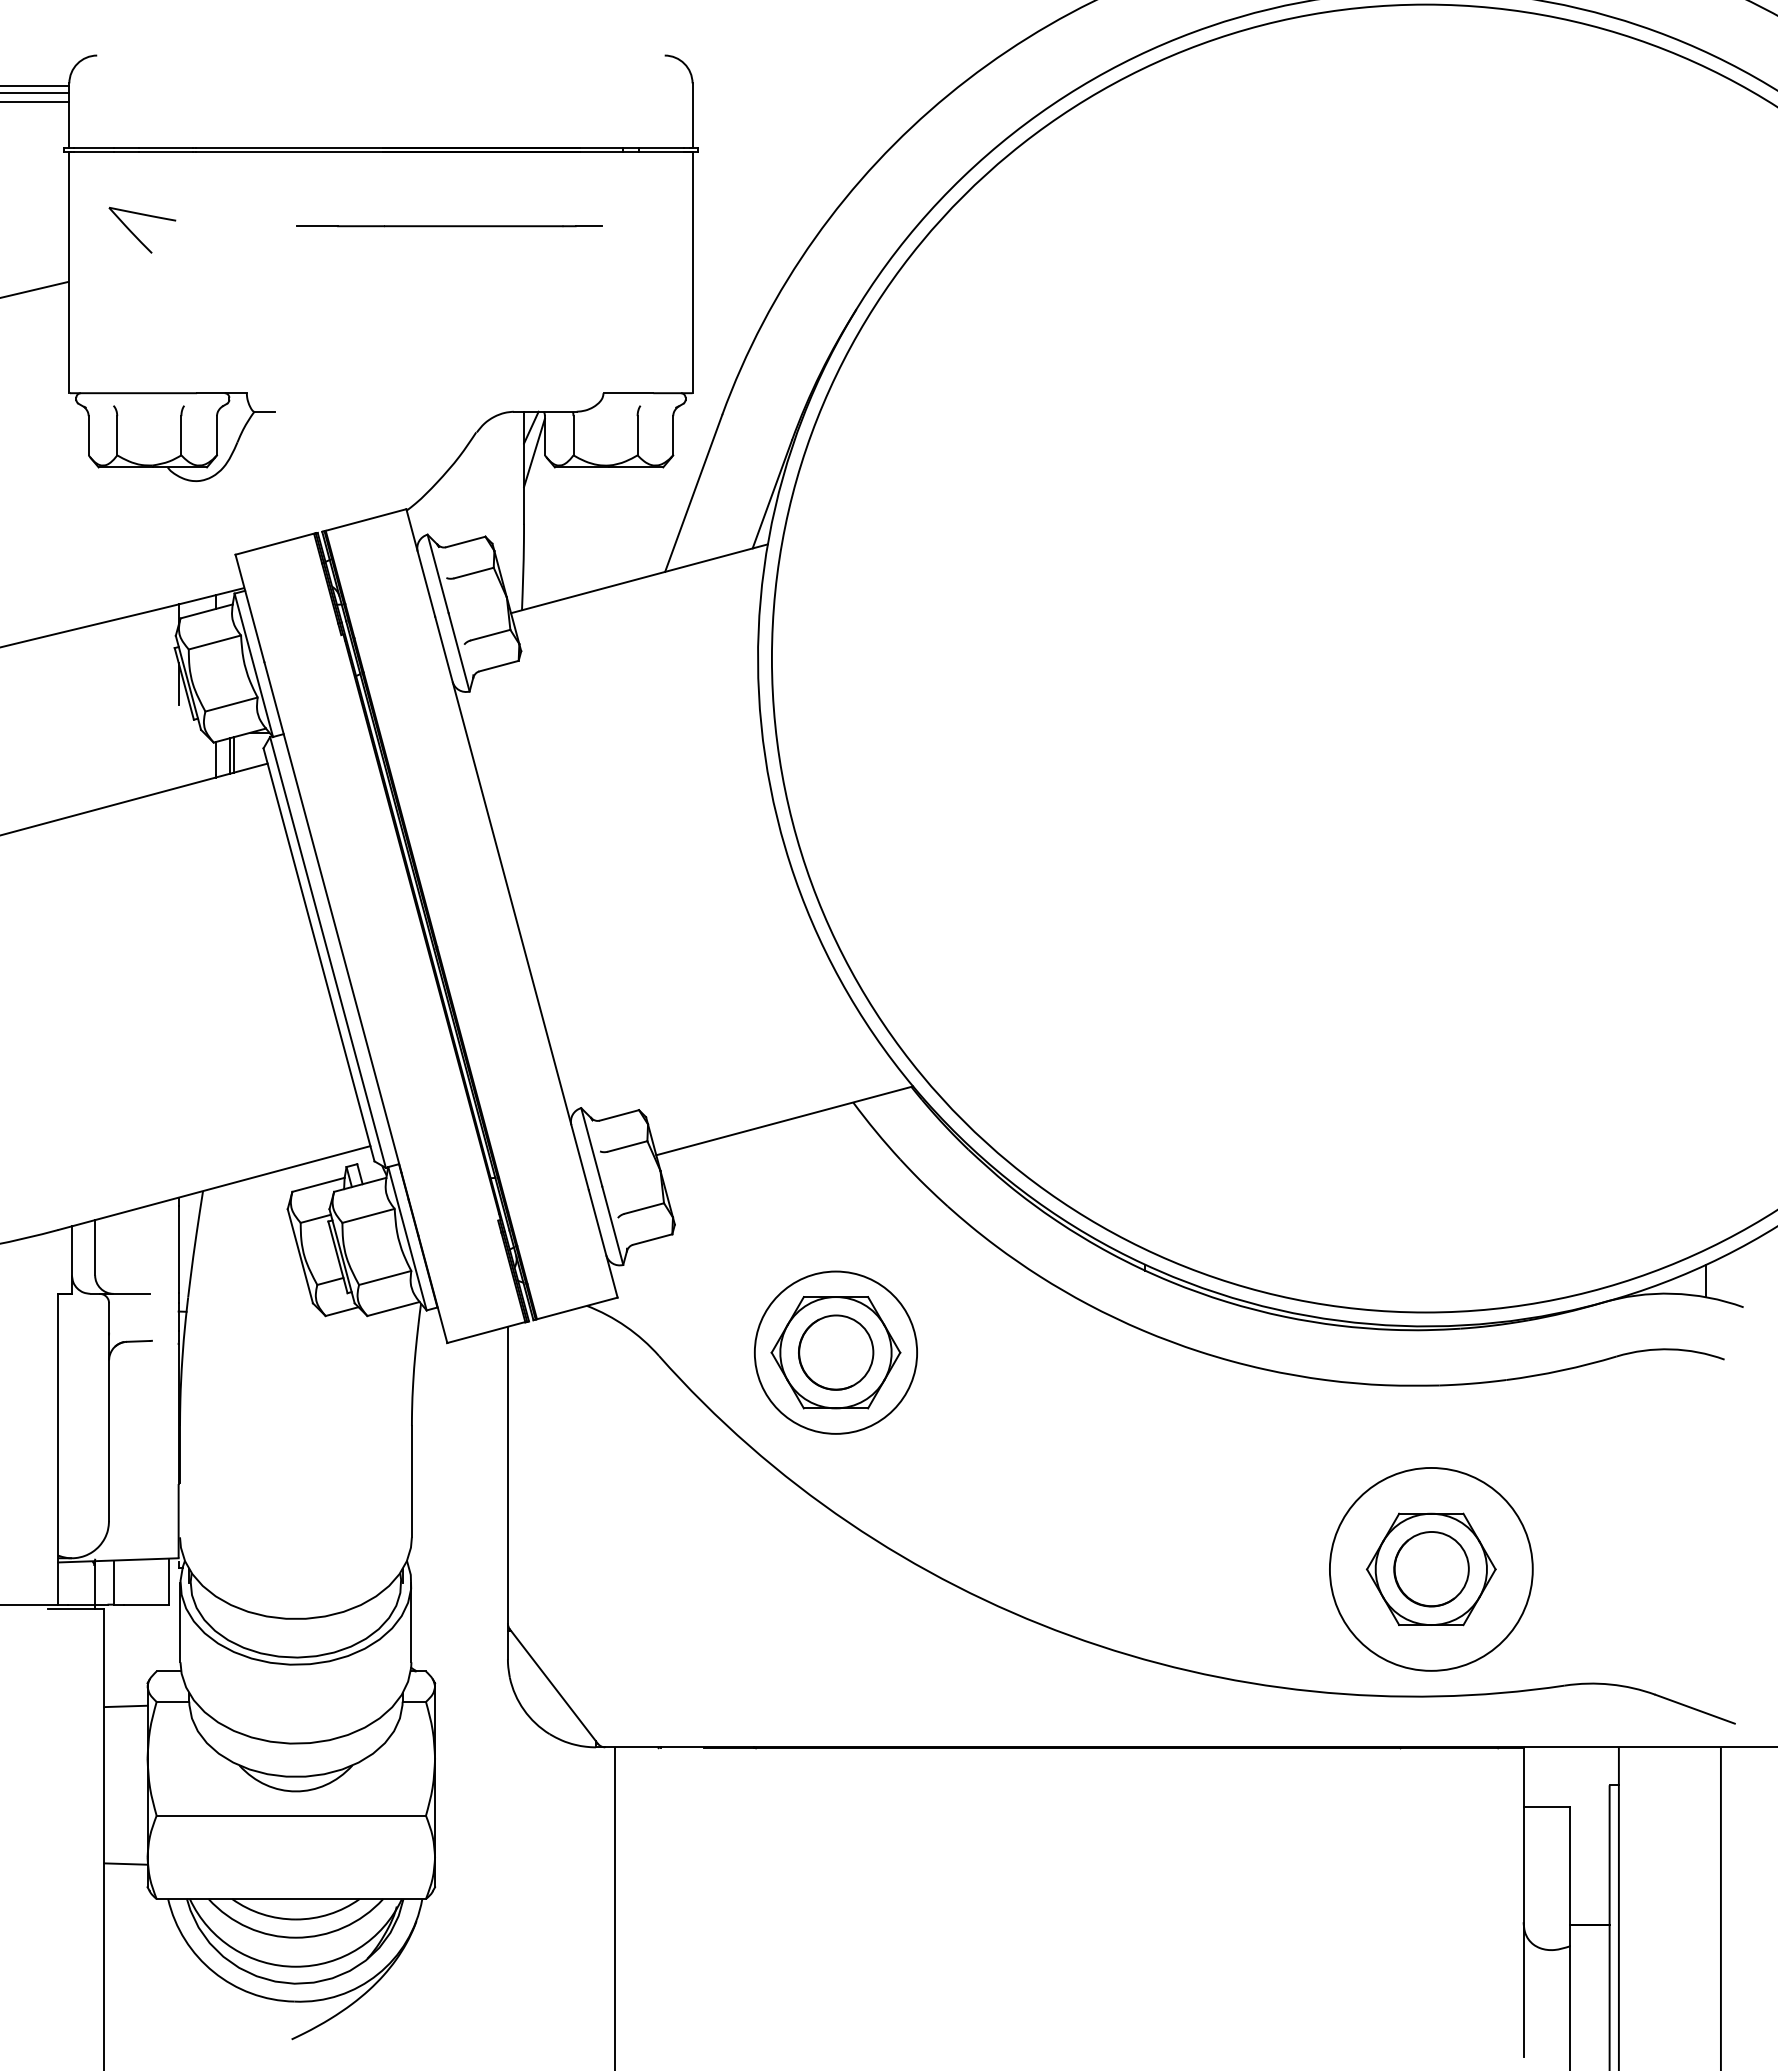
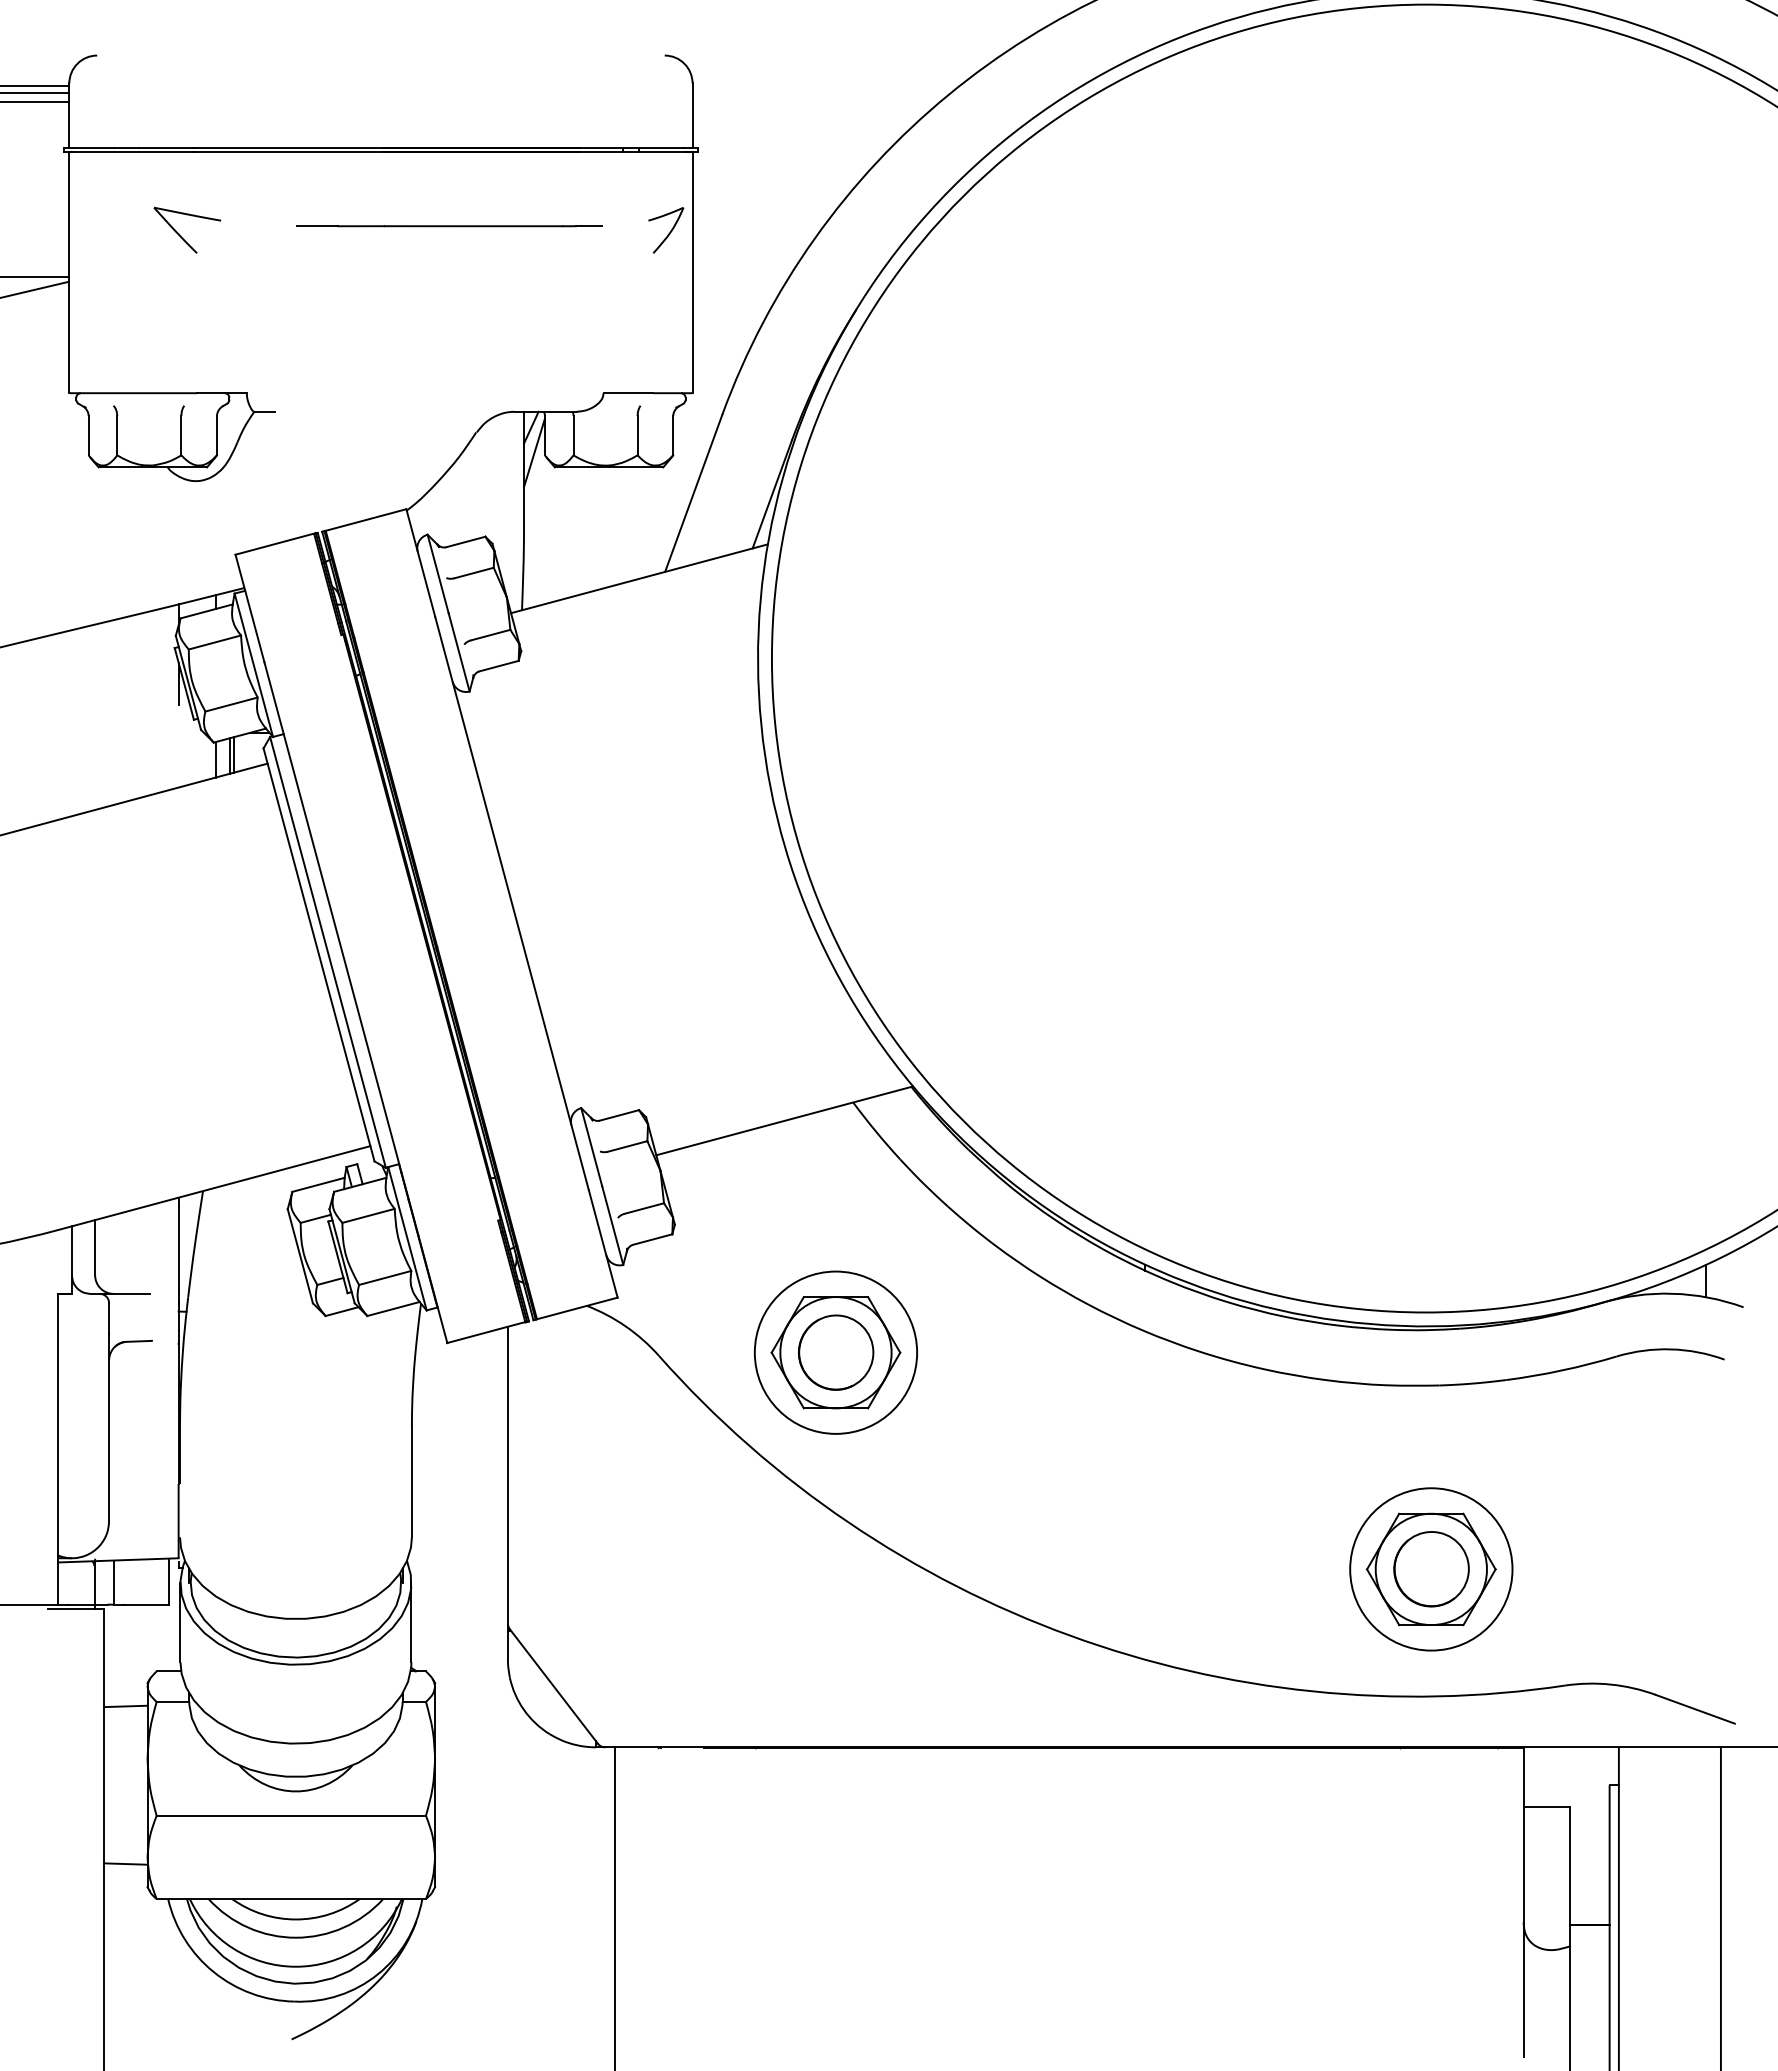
part at (666, 230): none -> present
part at (135, 234) position: (135, 234) -> (180, 234)
line at (35, 276): none -> present
circle at (1430, 1568) diameter: 203 px -> 162 px
